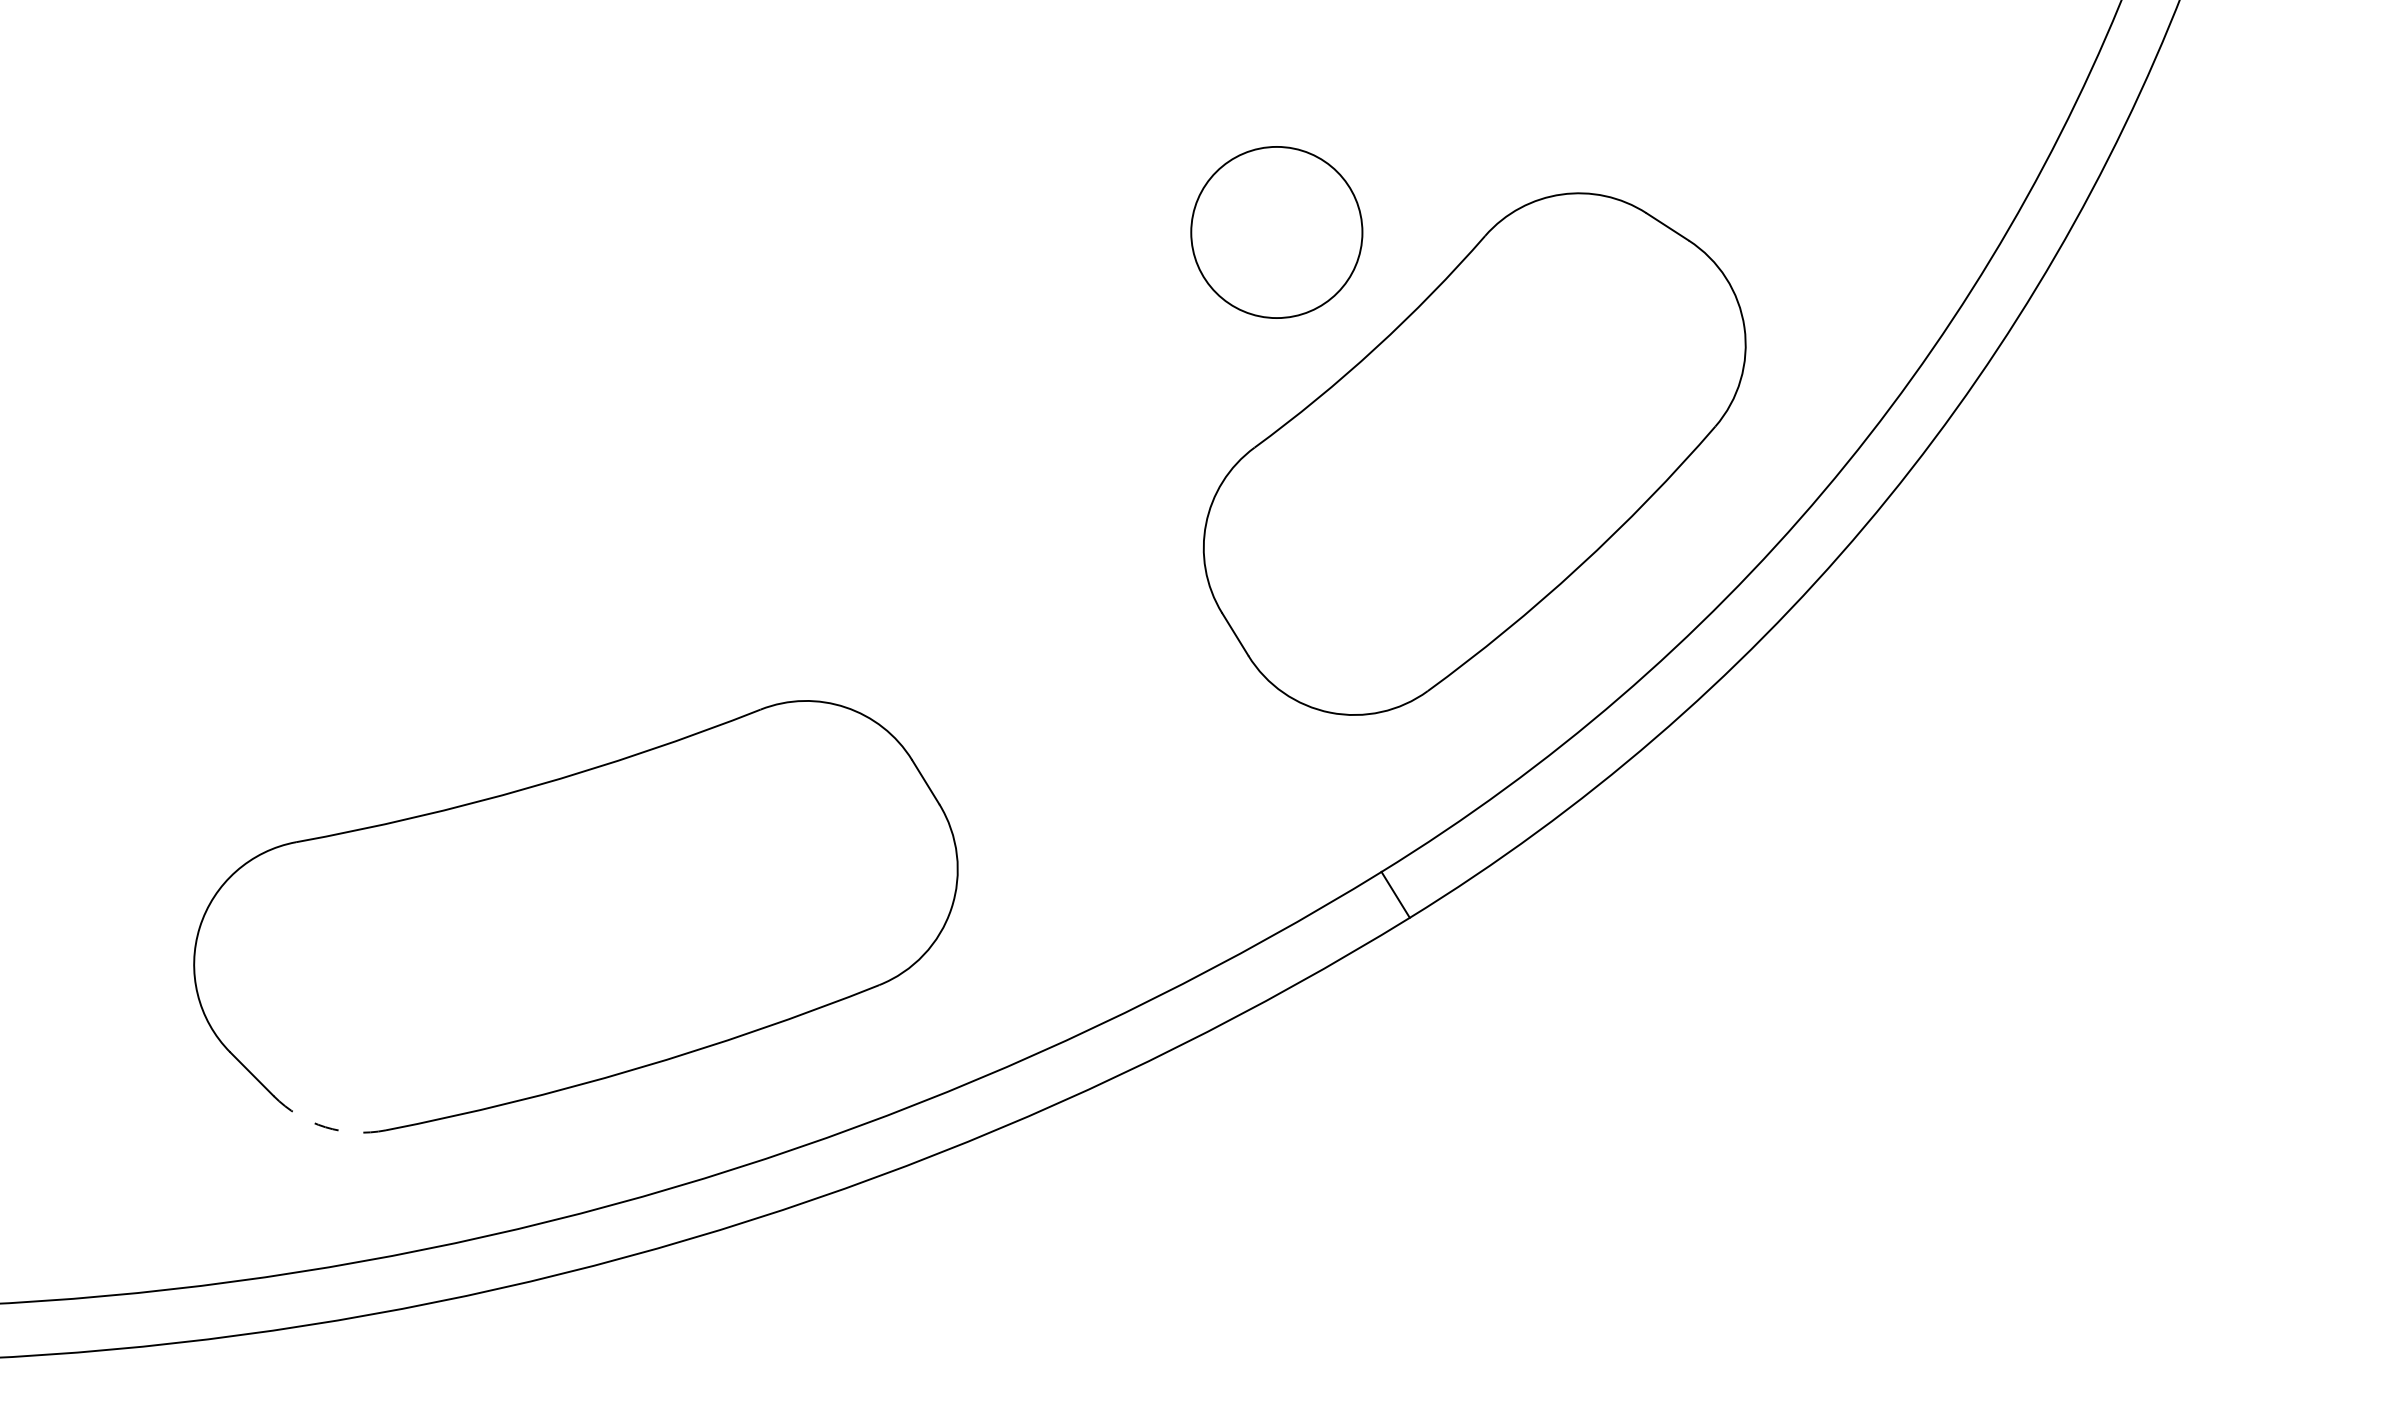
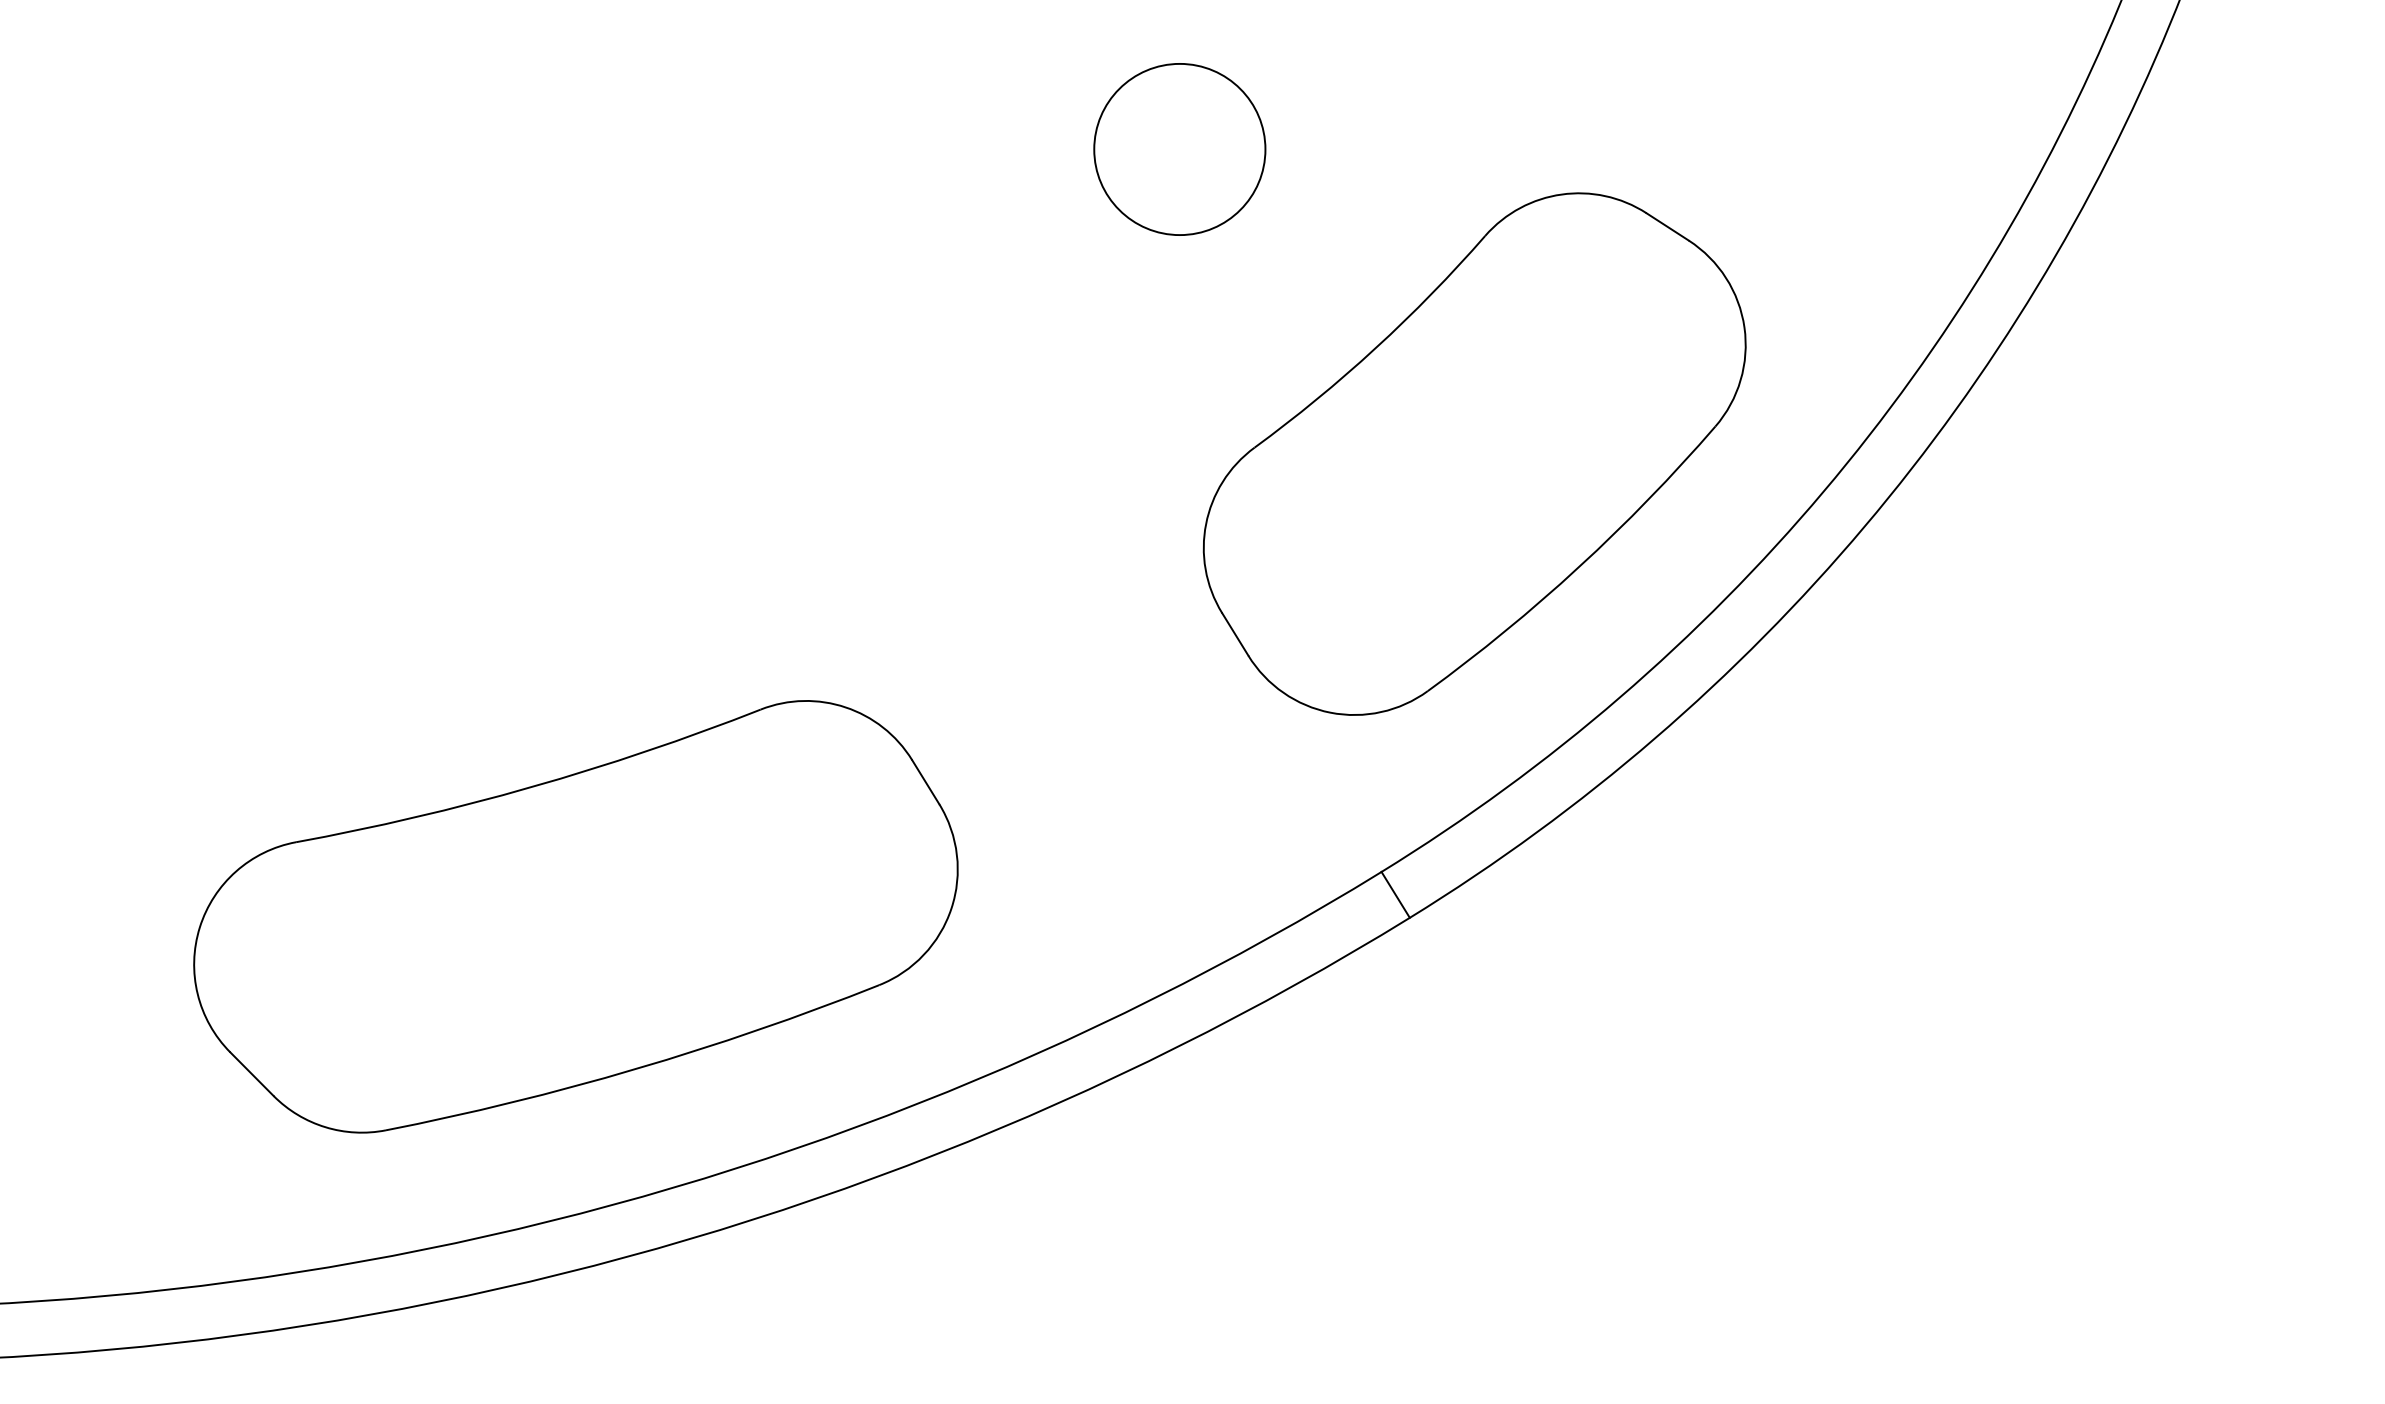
circle at (1276, 232) position: (1276, 232) -> (1179, 149)
arc at (325, 1127): dashed -> solid
